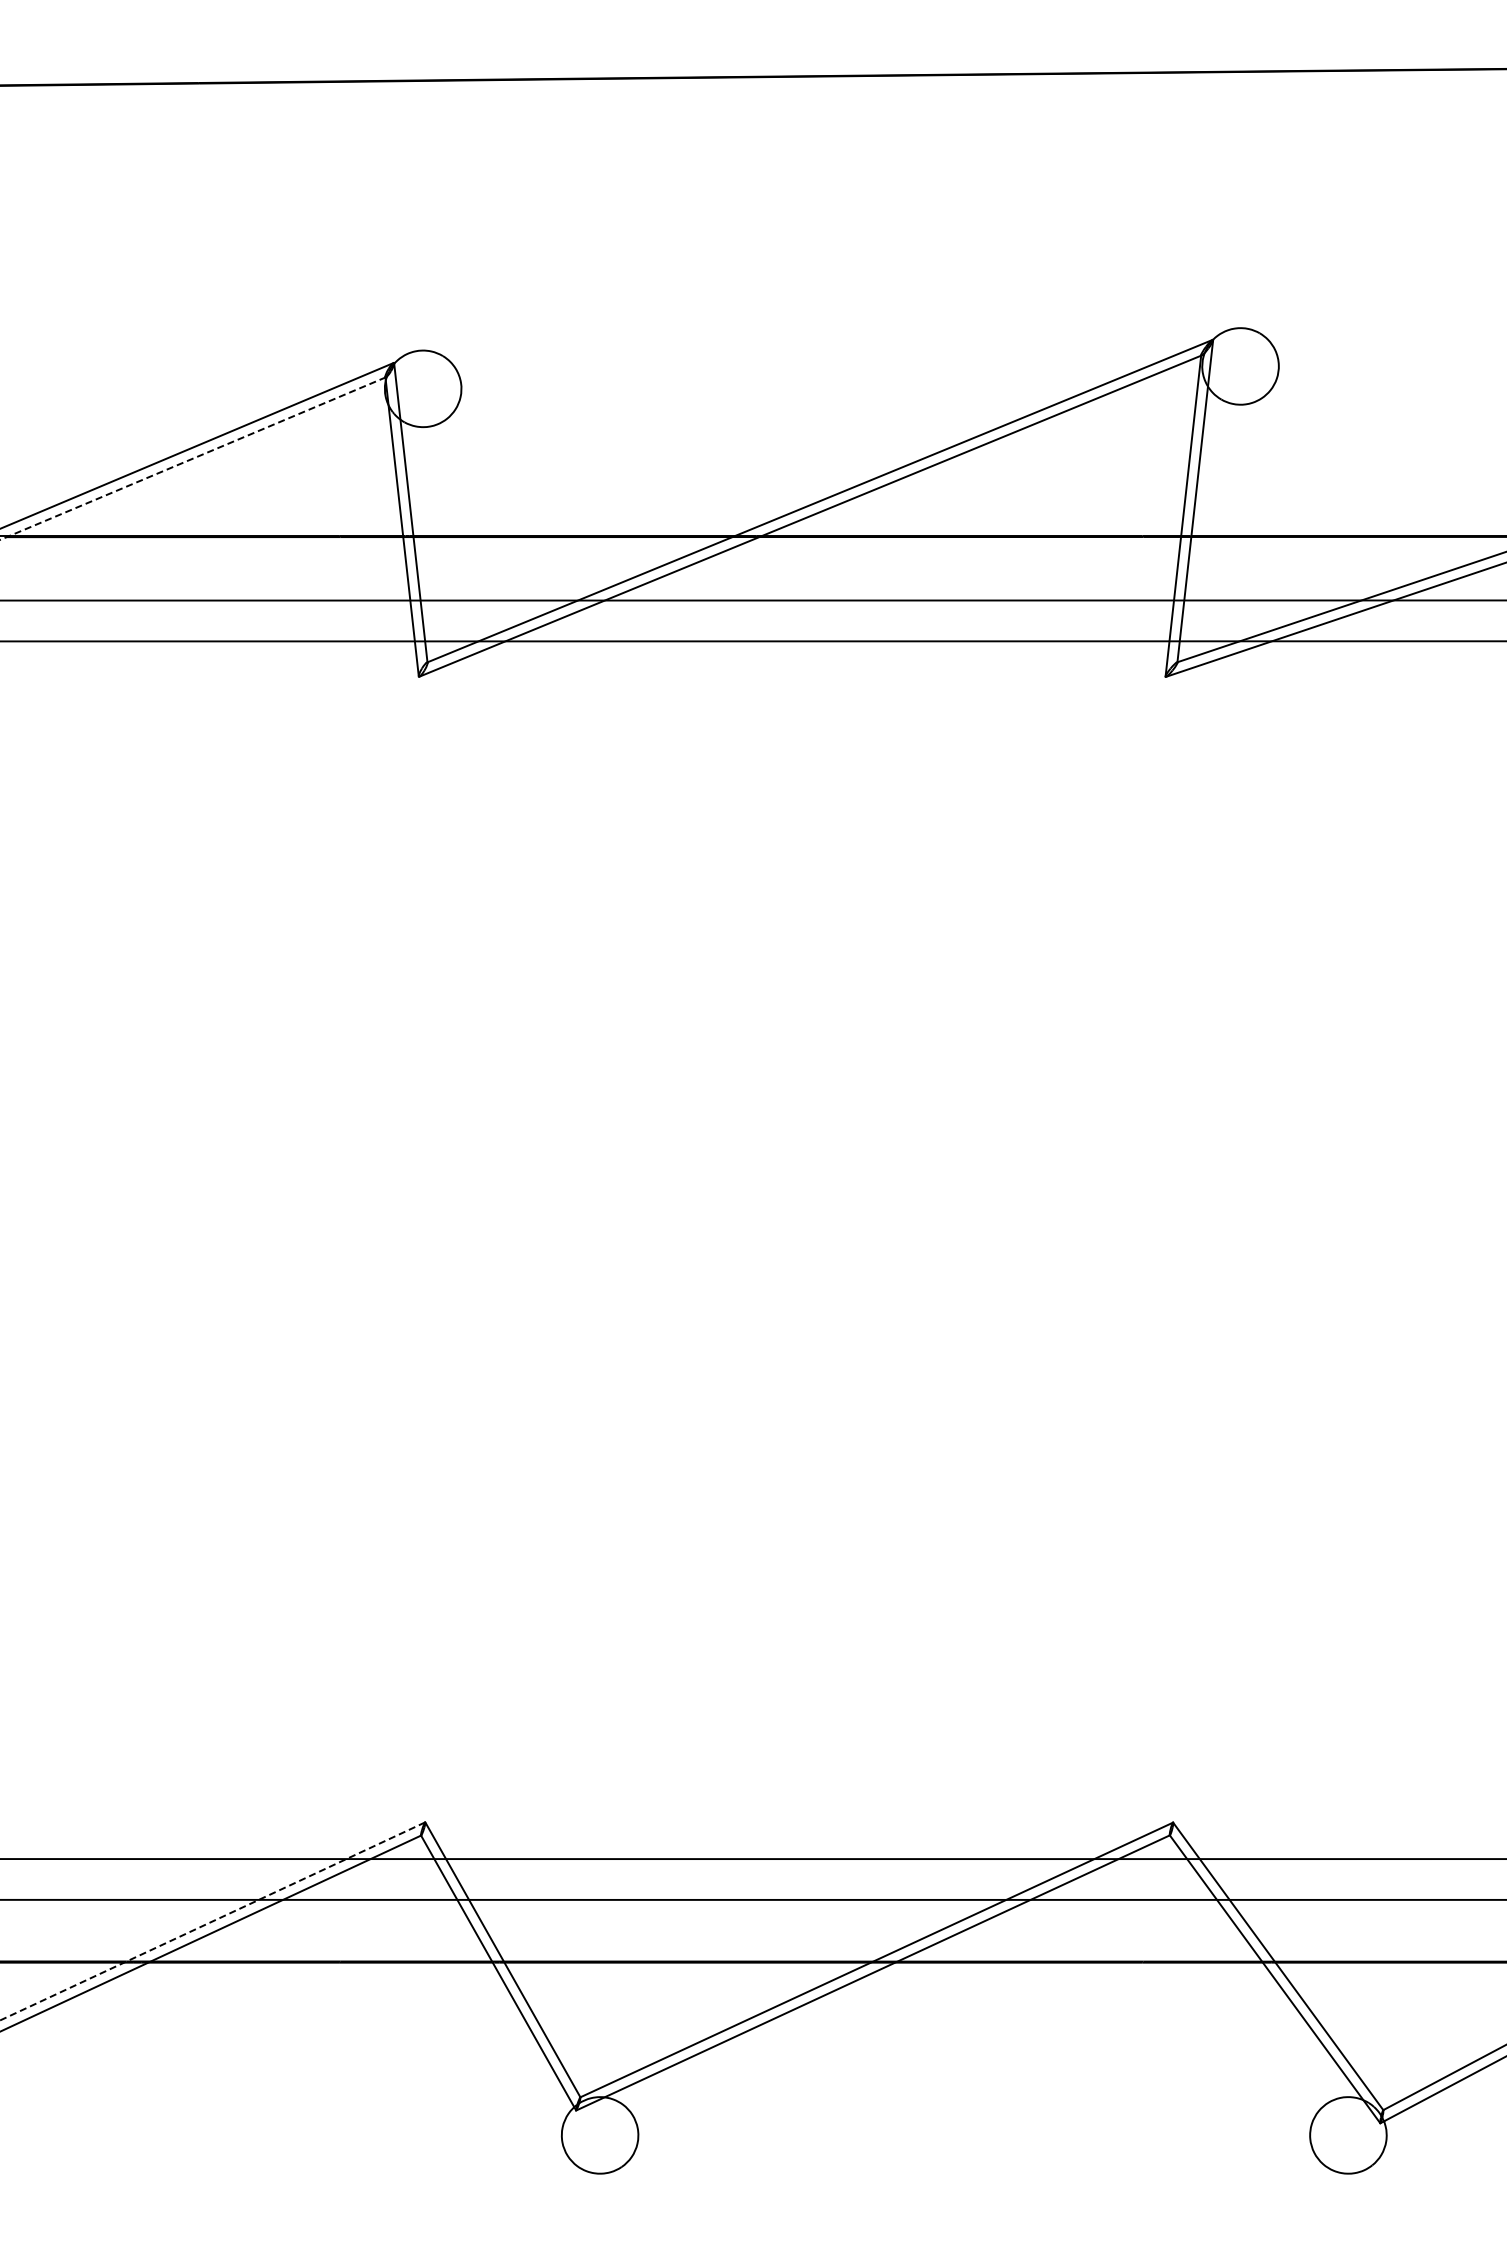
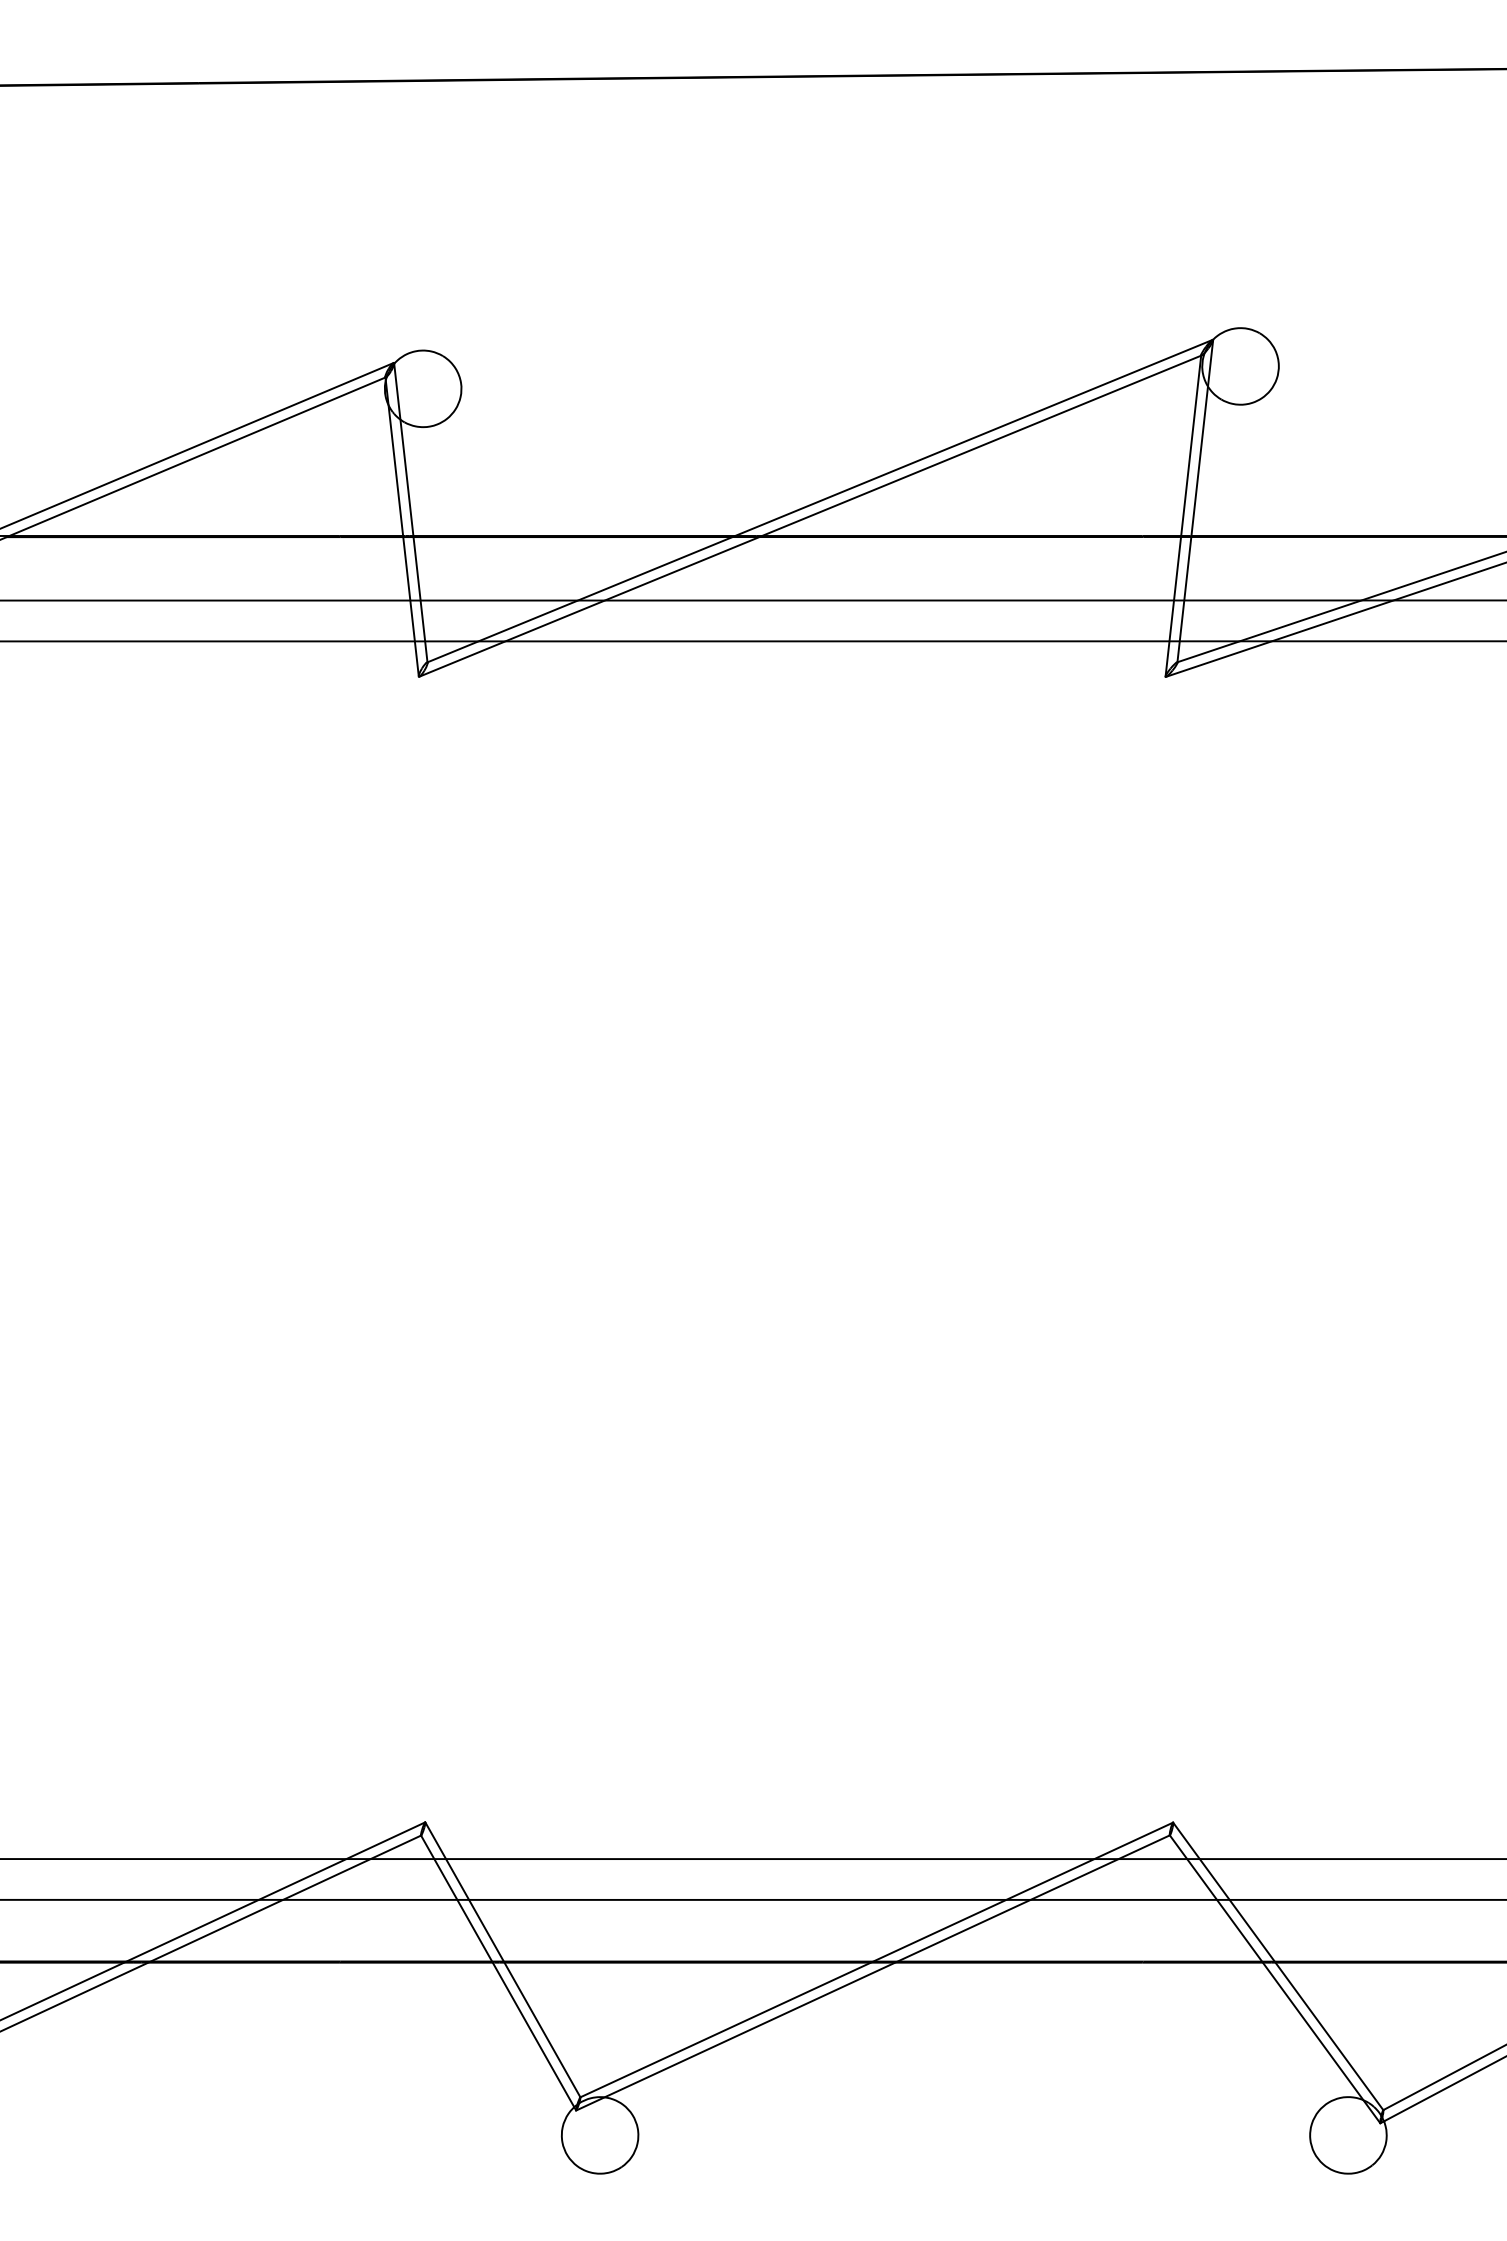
line at (192, 458): dashed -> solid
line at (212, 1921): dashed -> solid
